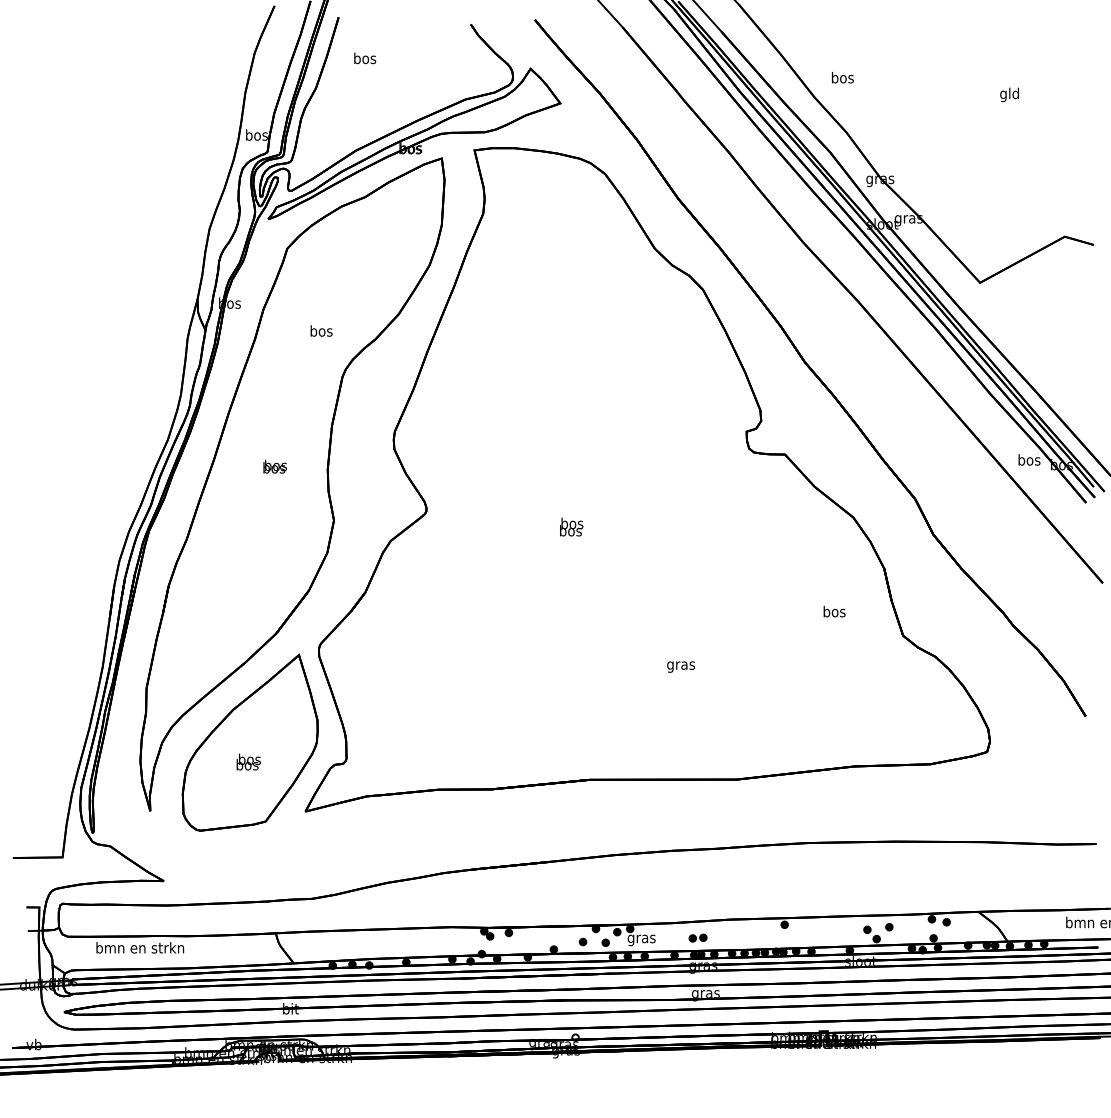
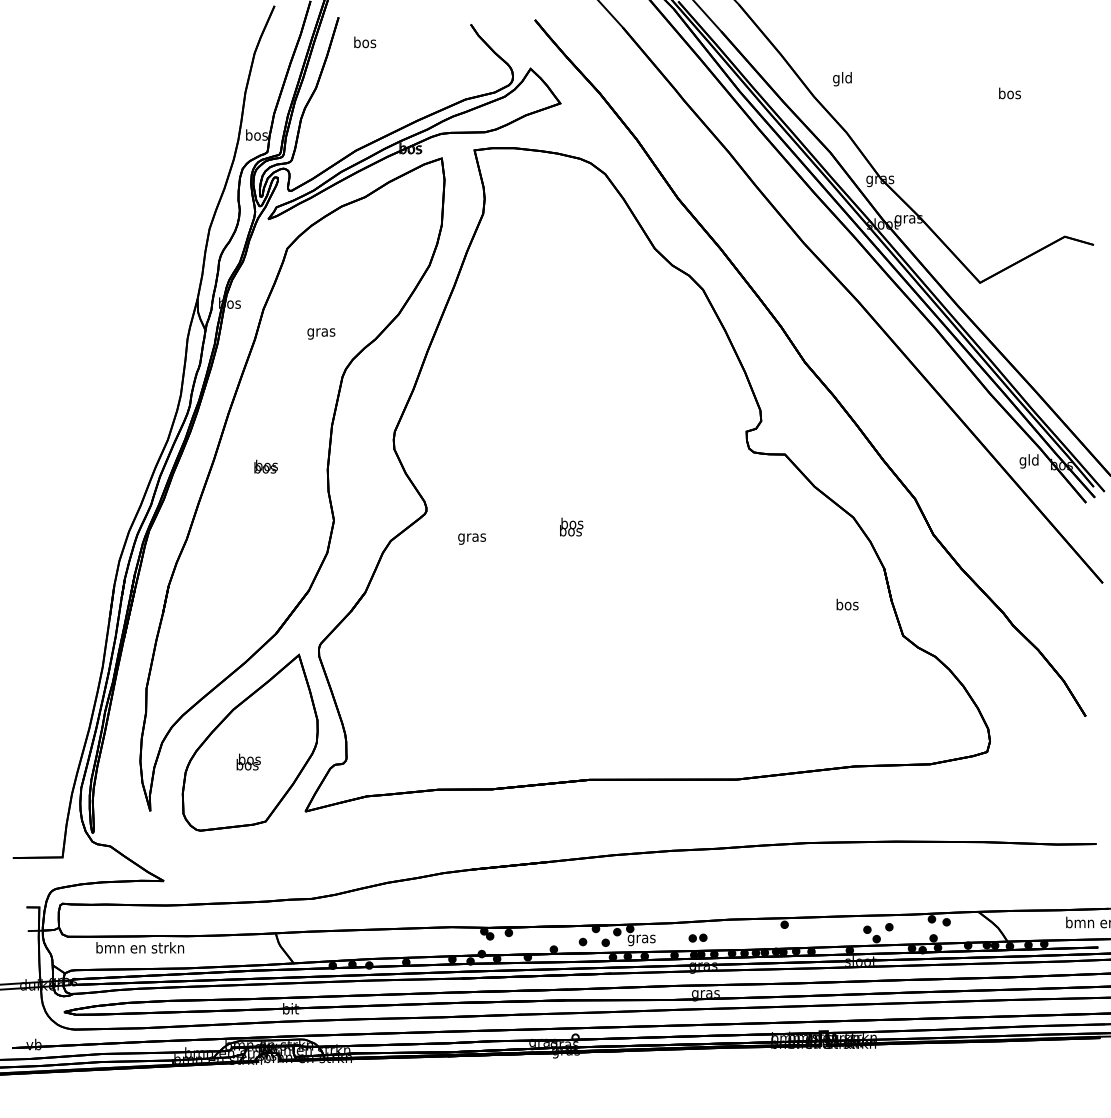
text at (365, 58) position: (365, 58) -> (365, 42)
text at (842, 79): bos -> gld
text at (1009, 94): gld -> bos
text at (321, 332): bos -> gras
text at (1029, 461): bos -> gld
text at (274, 466) position: (274, 466) -> (265, 466)
text at (834, 611) position: (834, 611) -> (847, 604)
text at (680, 666) position: (680, 666) -> (471, 538)
